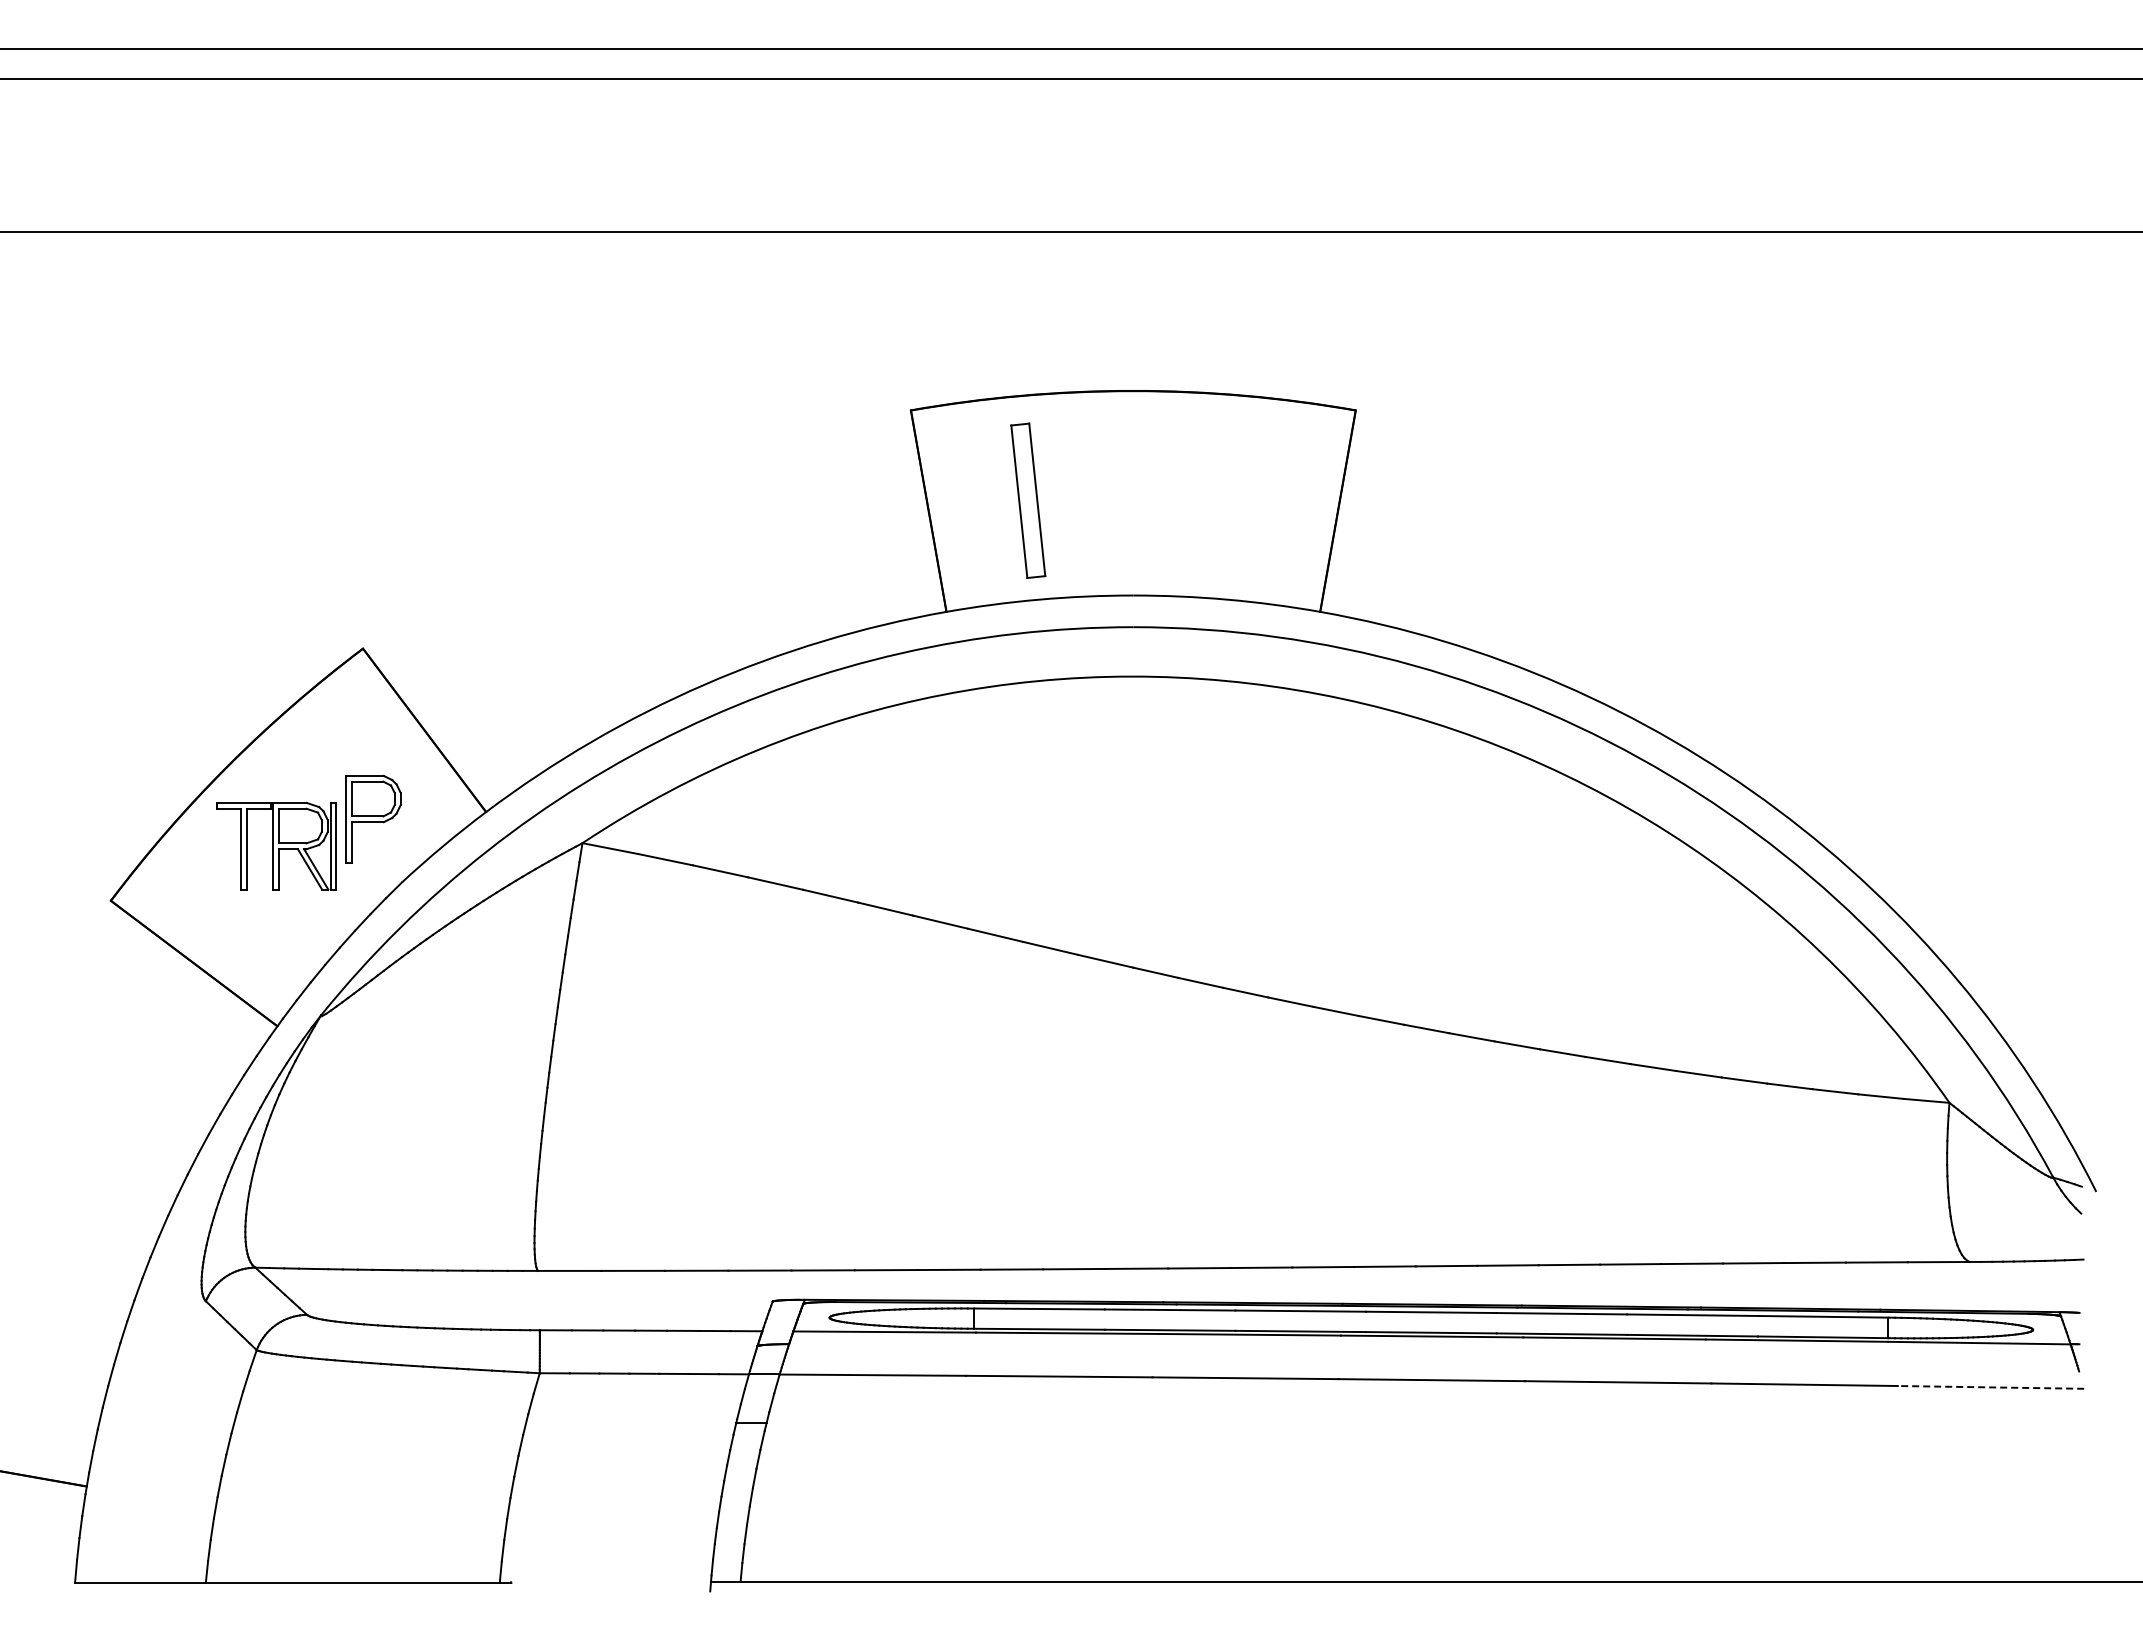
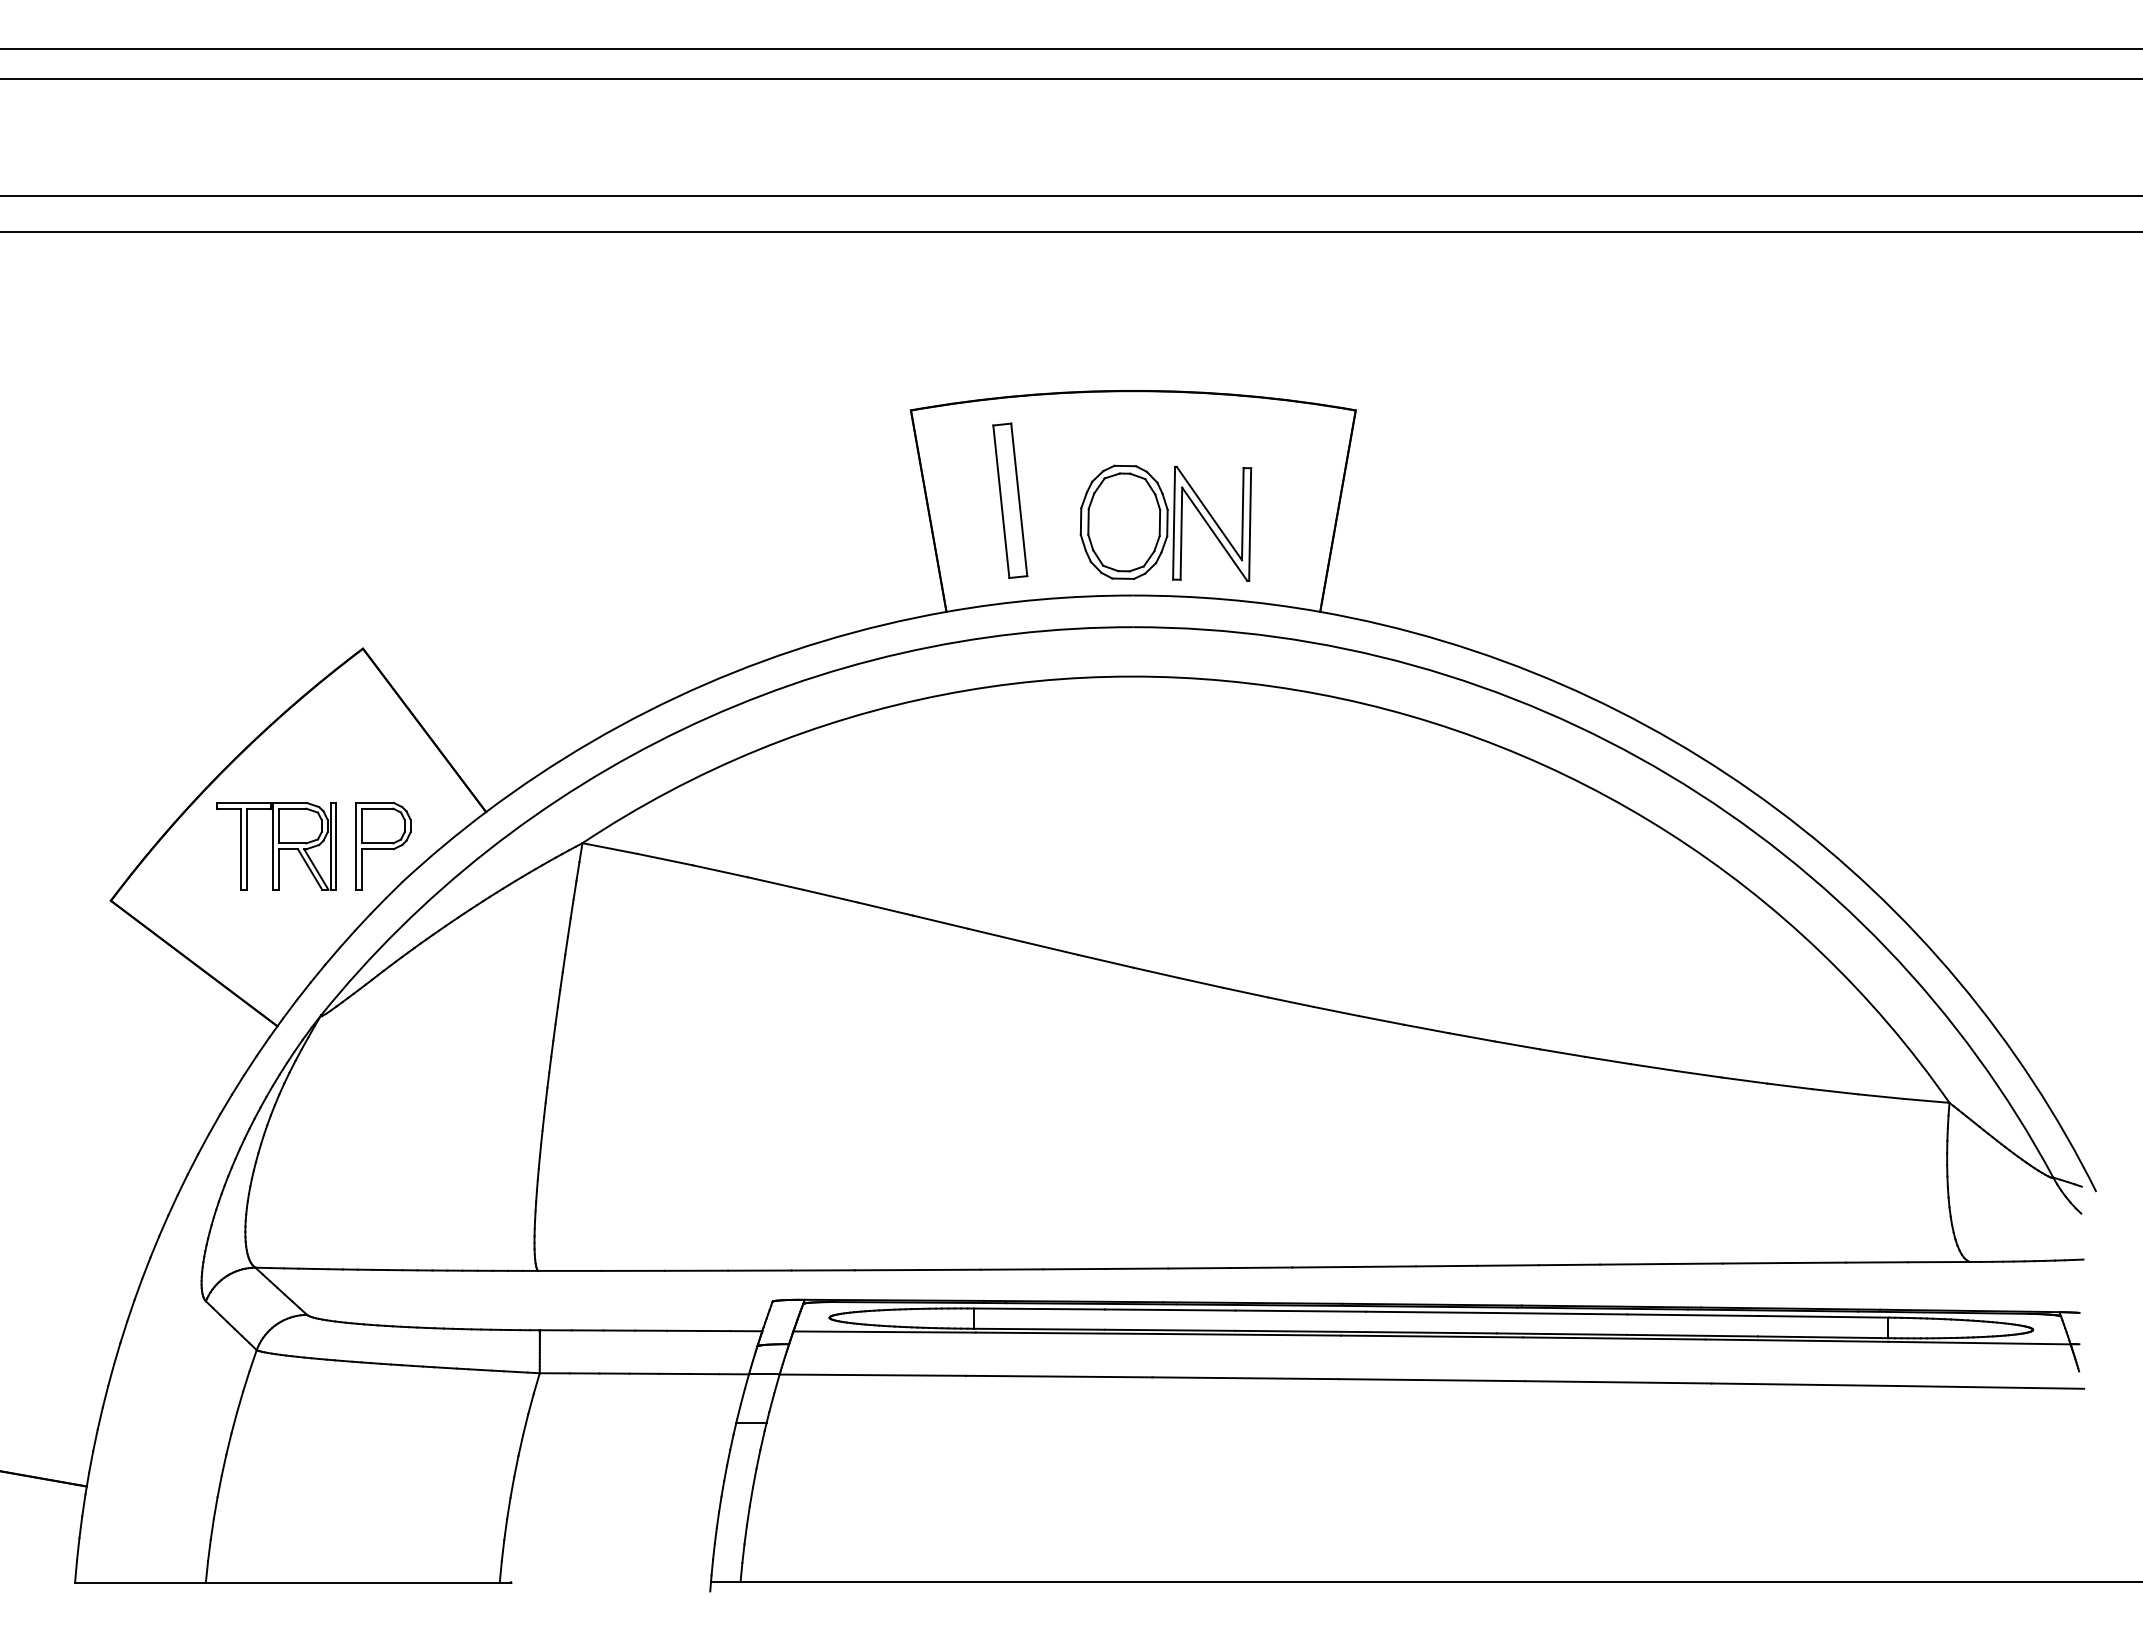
line at (1070, 196): none -> present
part at (1028, 500) position: (1028, 500) -> (1010, 500)
part at (1165, 522): none -> present
part at (373, 818) position: (373, 818) -> (383, 845)
line at (1990, 1387): dashed -> solid
